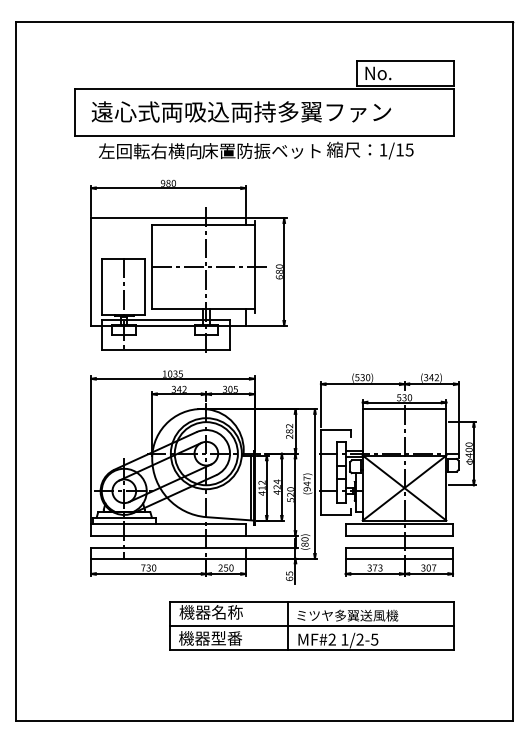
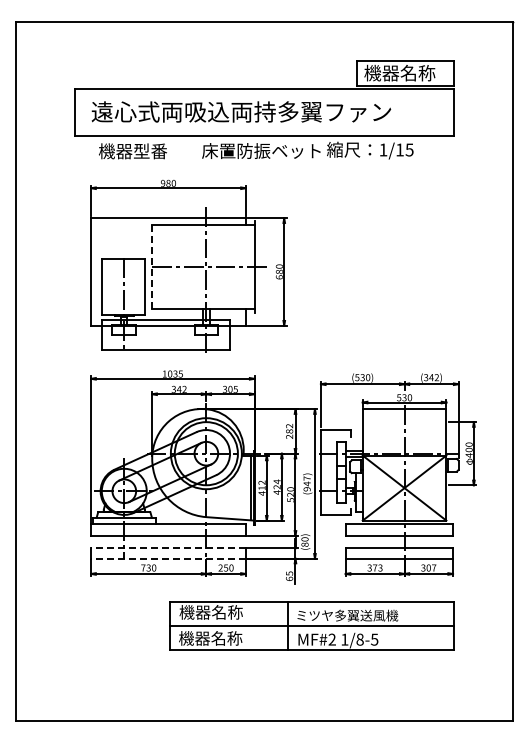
text at (399, 72): No. -> 機器名称
text at (149, 151): 左回転右横向 -> 機器型番
line at (152, 266): solid -> dashed
line at (168, 548): solid -> dashed
line at (168, 558): solid -> dashed
text at (226, 638): 機器型番 -> 機器名称
text at (359, 639): 1/2-5 -> 1/8-5
